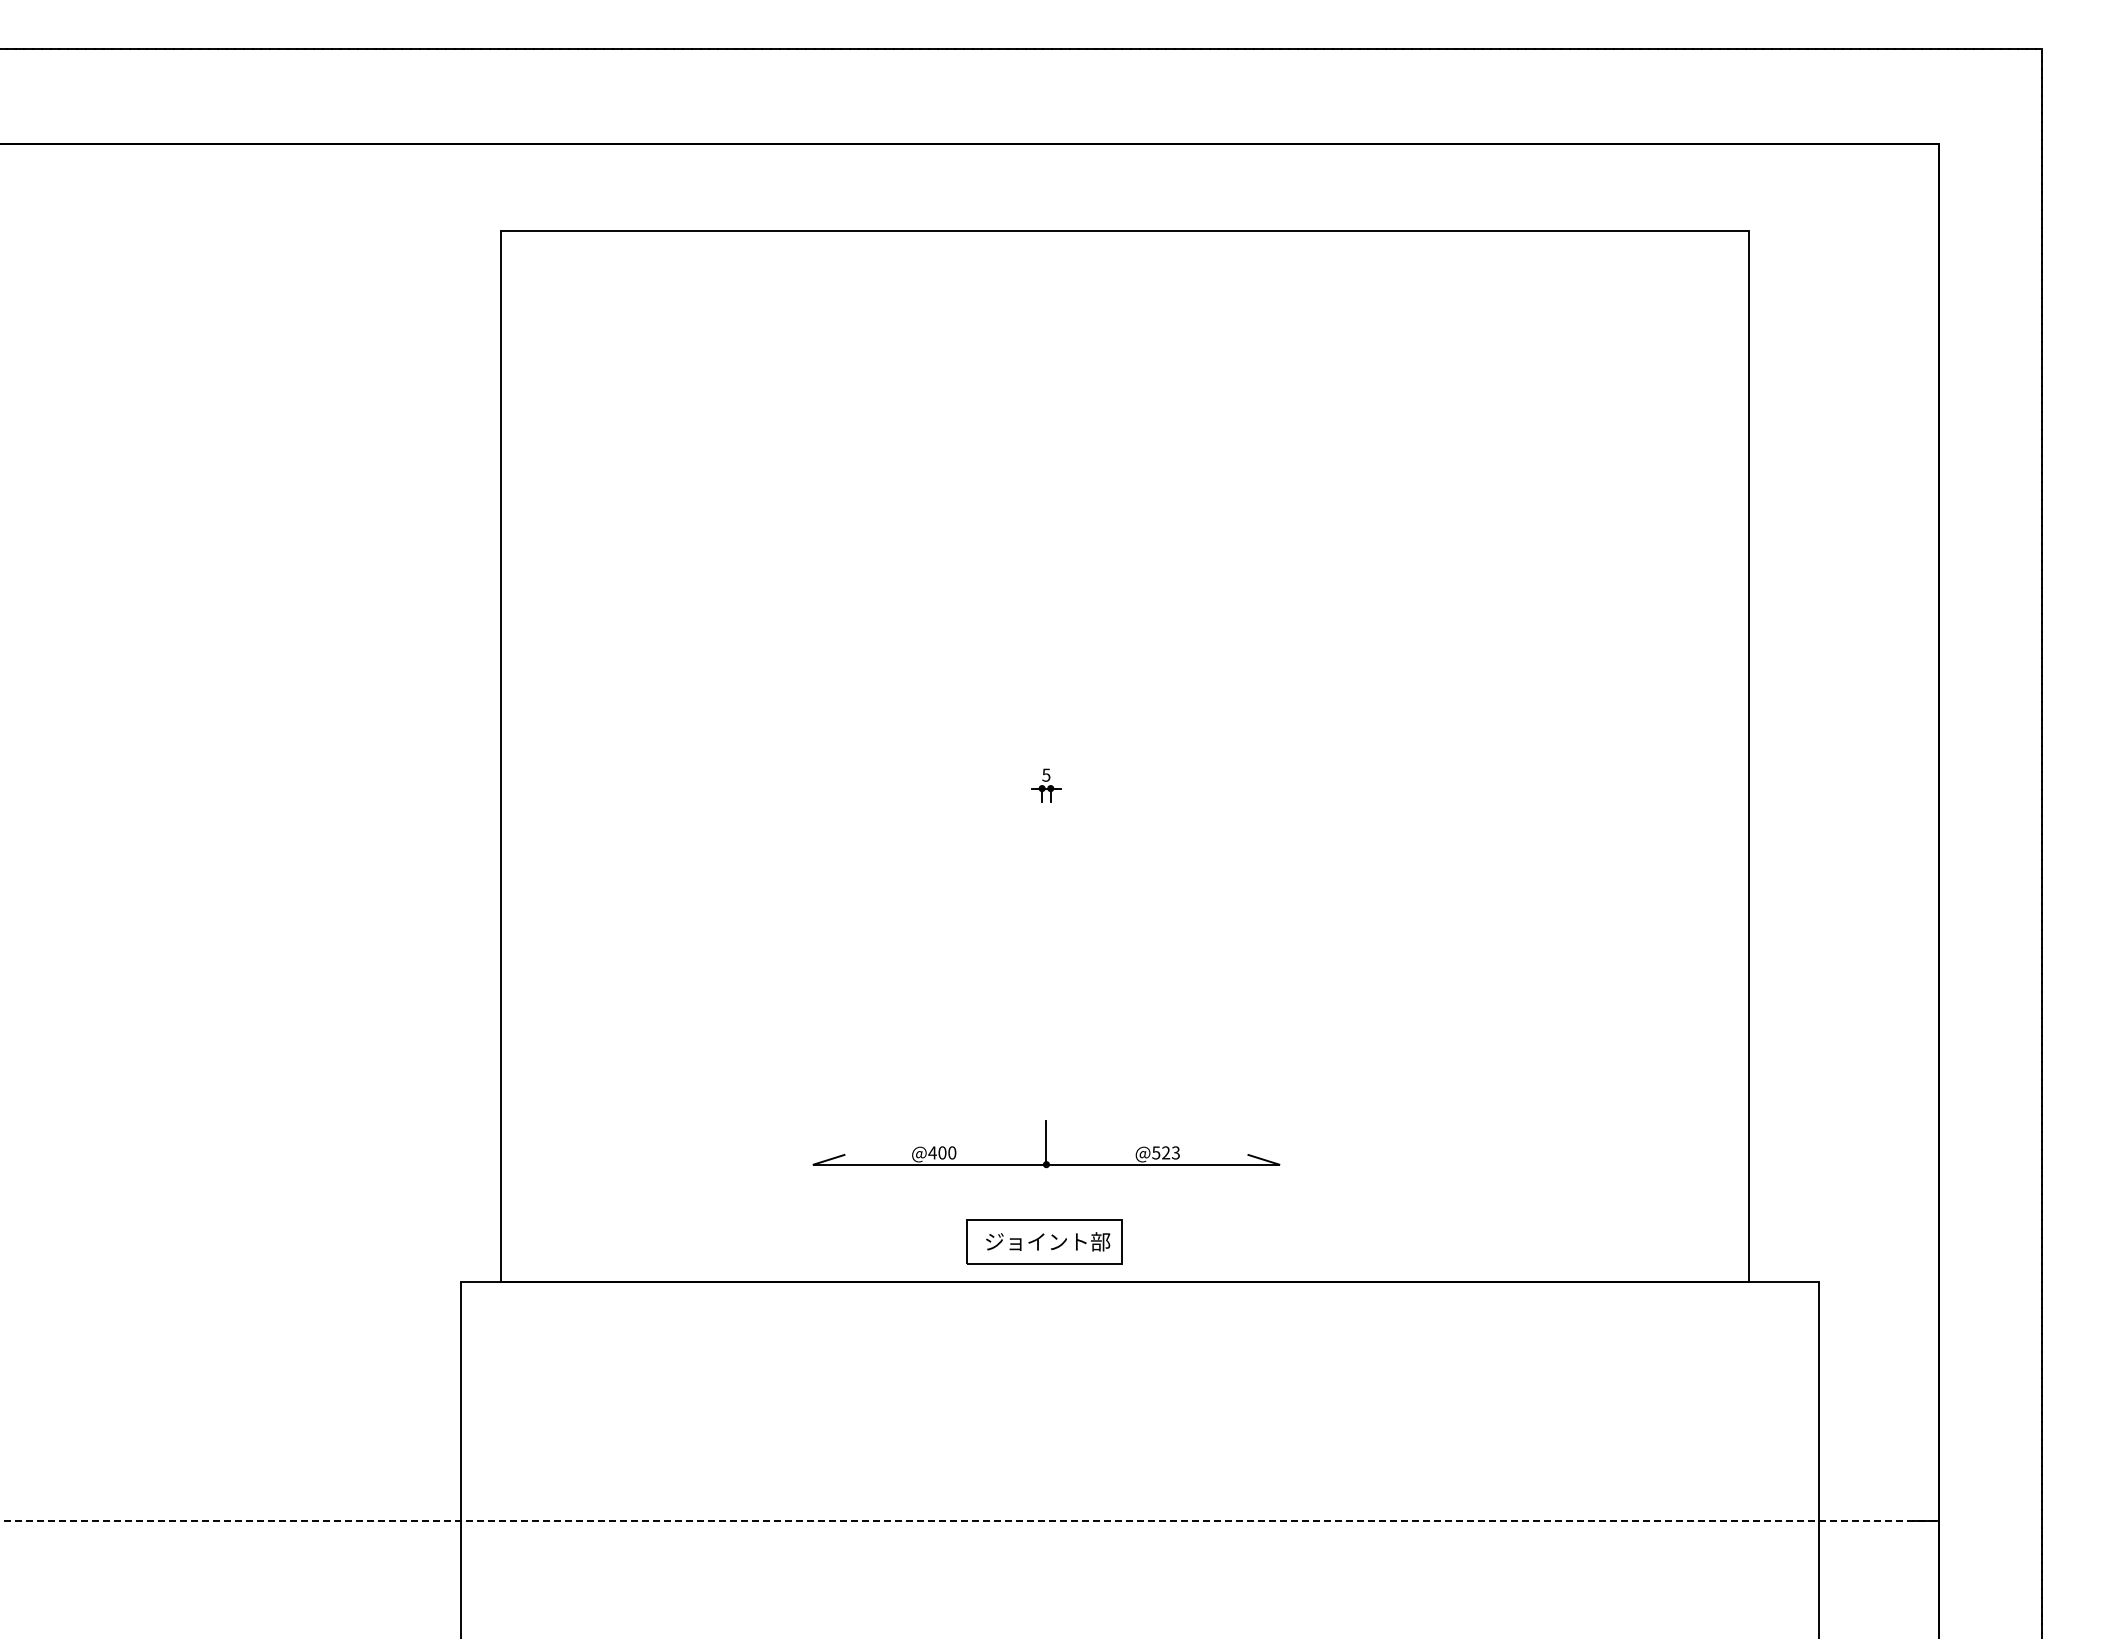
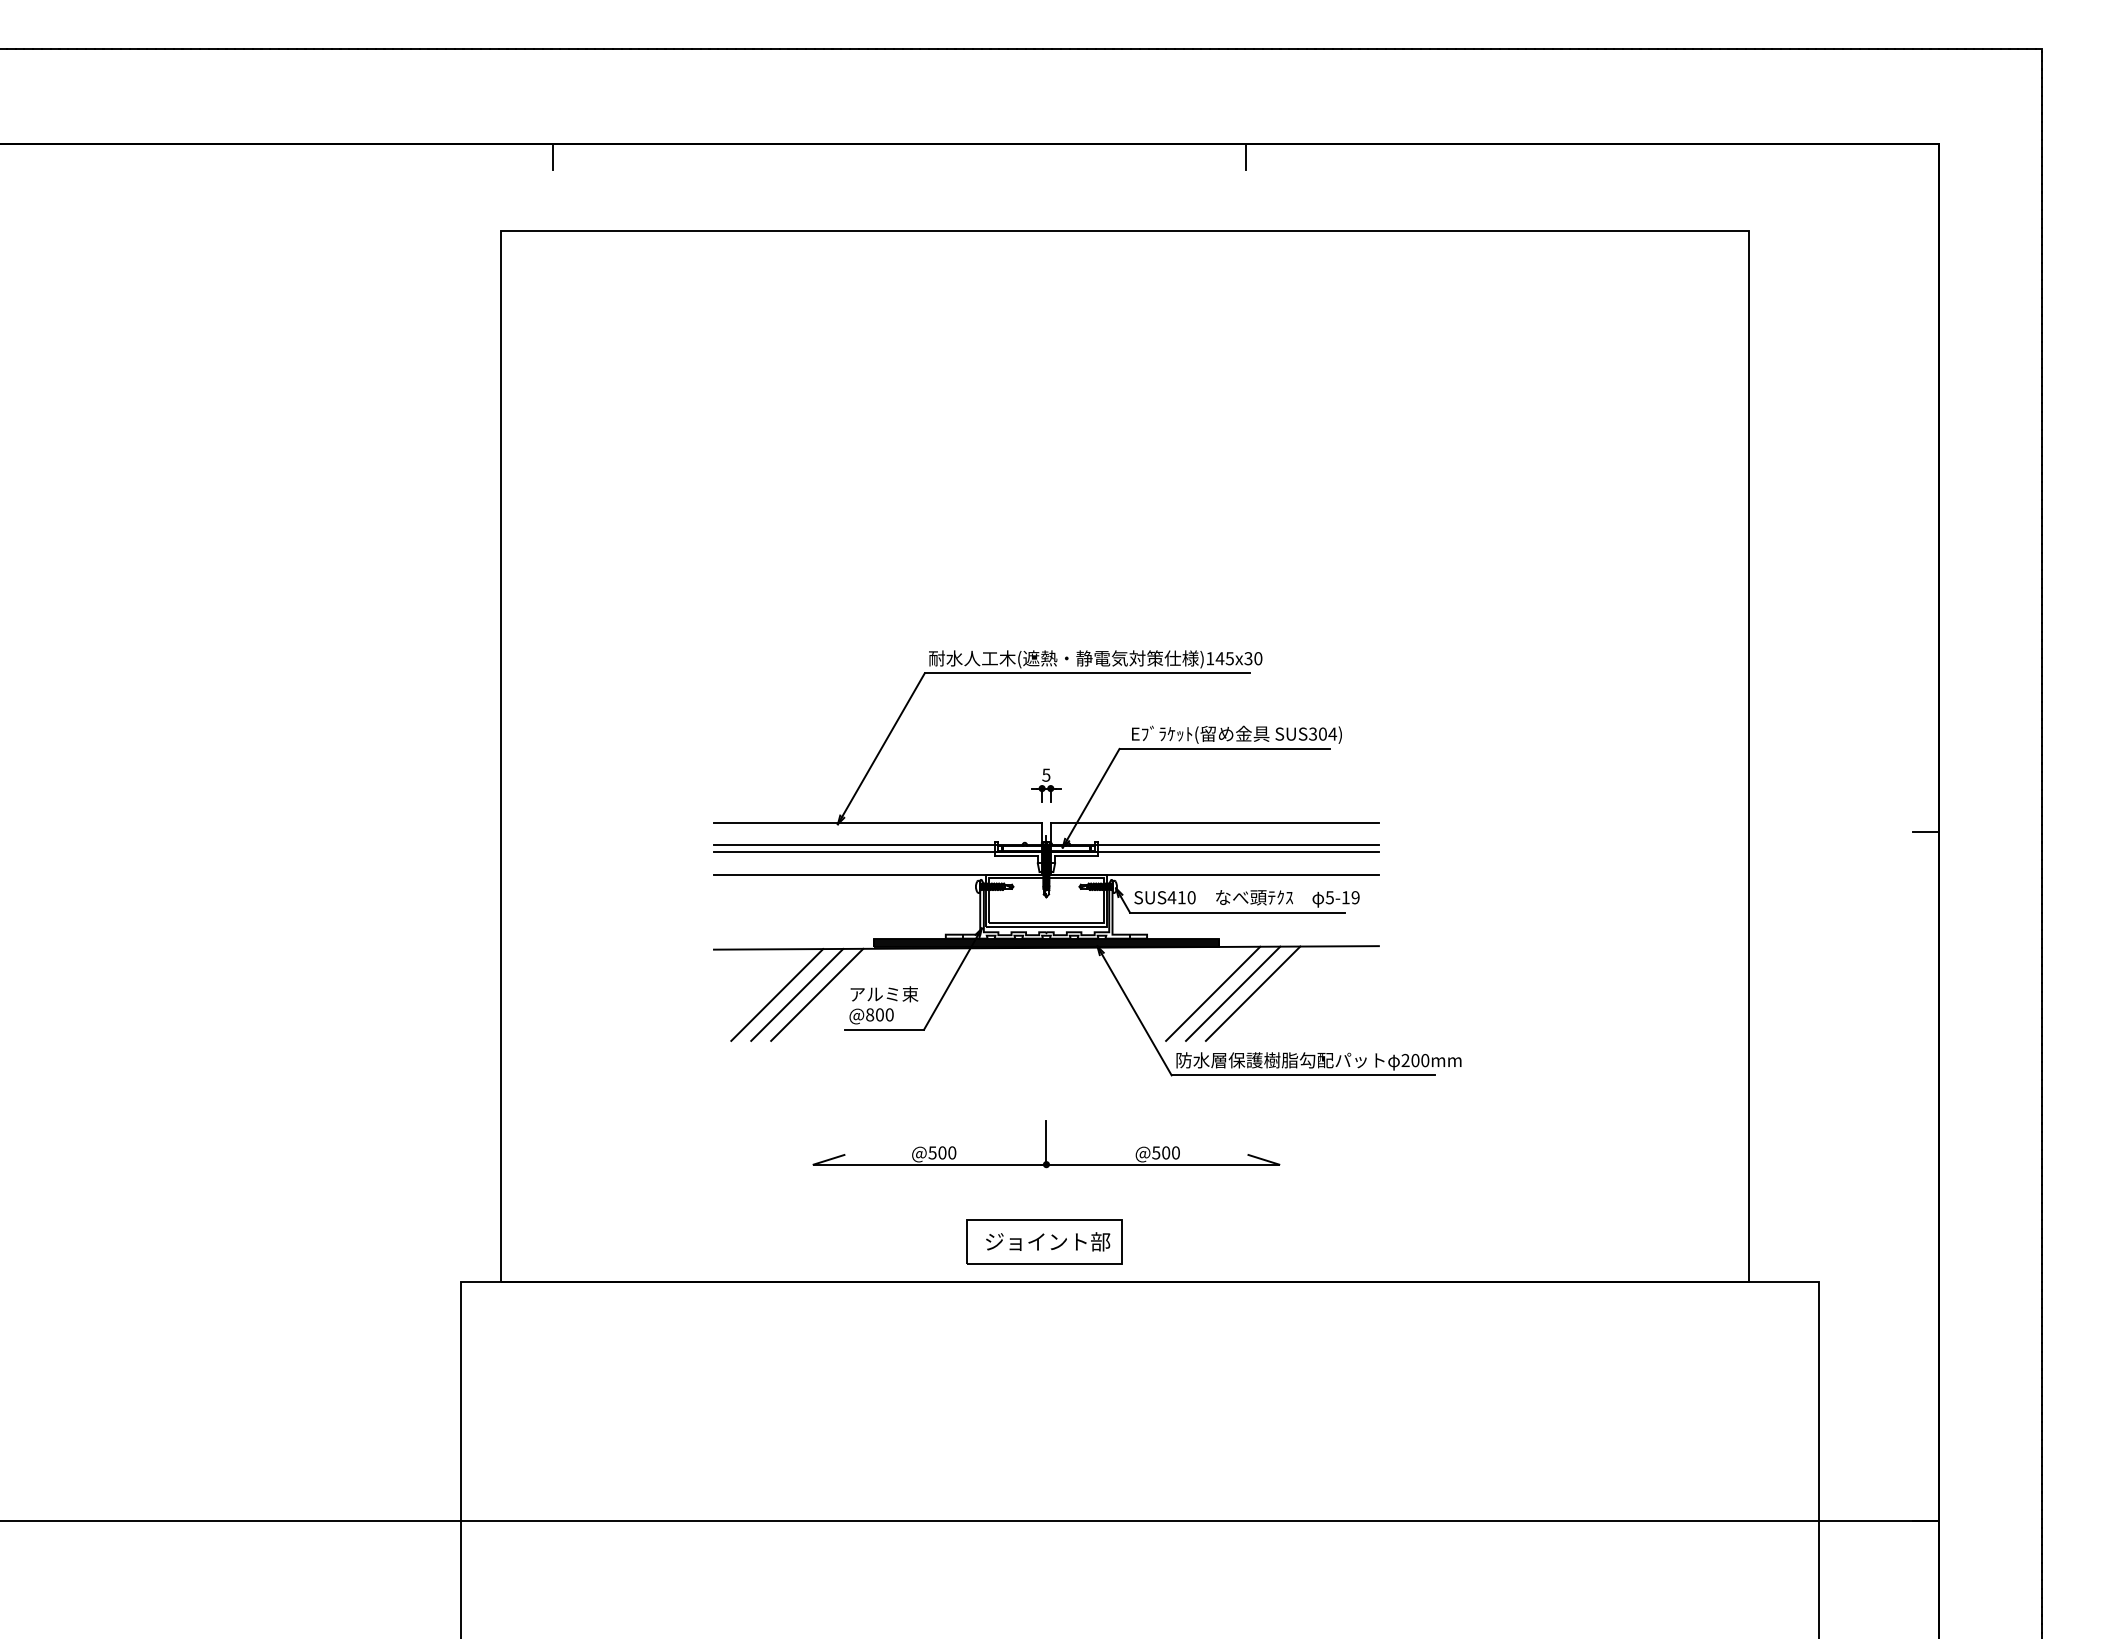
line at (553, 157): none -> present
line at (1246, 157): none -> present
line at (1925, 832): none -> present
part at (1087, 856): none -> present
text at (932, 1152): @400 -> @500
text at (1170, 1152): @523 -> @500
line at (970, 1520): dashed -> solid
